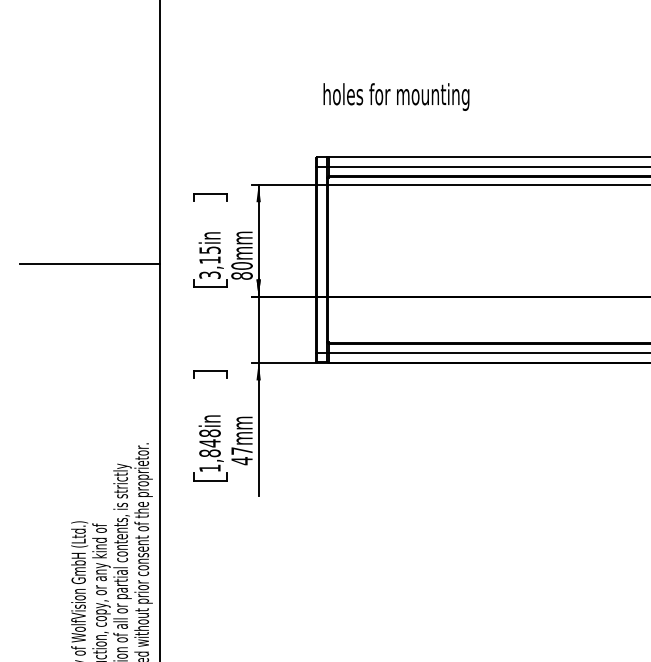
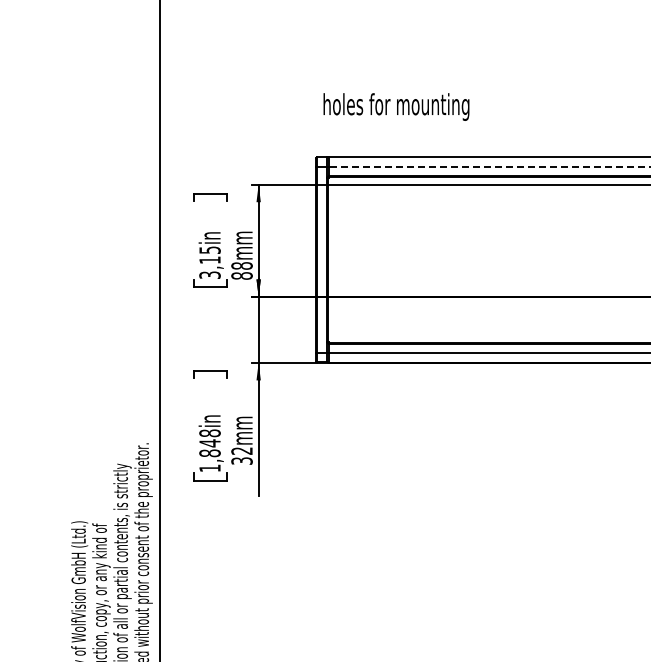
text at (396, 96) position: (396, 96) -> (396, 106)
line at (489, 167): solid -> dashed
line at (89, 264): present -> none
text at (241, 265): 80mm -> 88mm
text at (241, 456): 47mm -> 32mm
